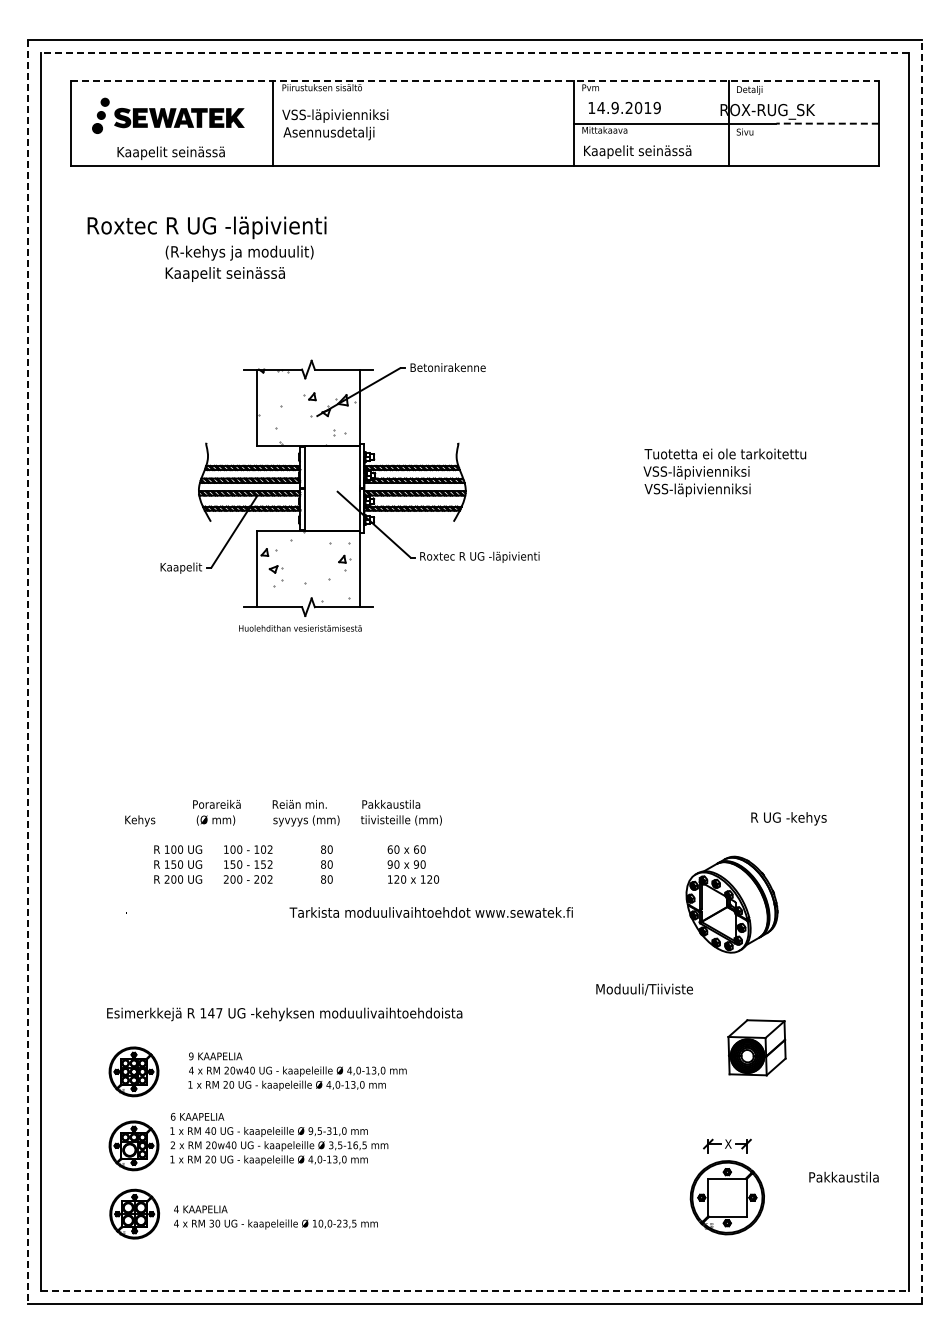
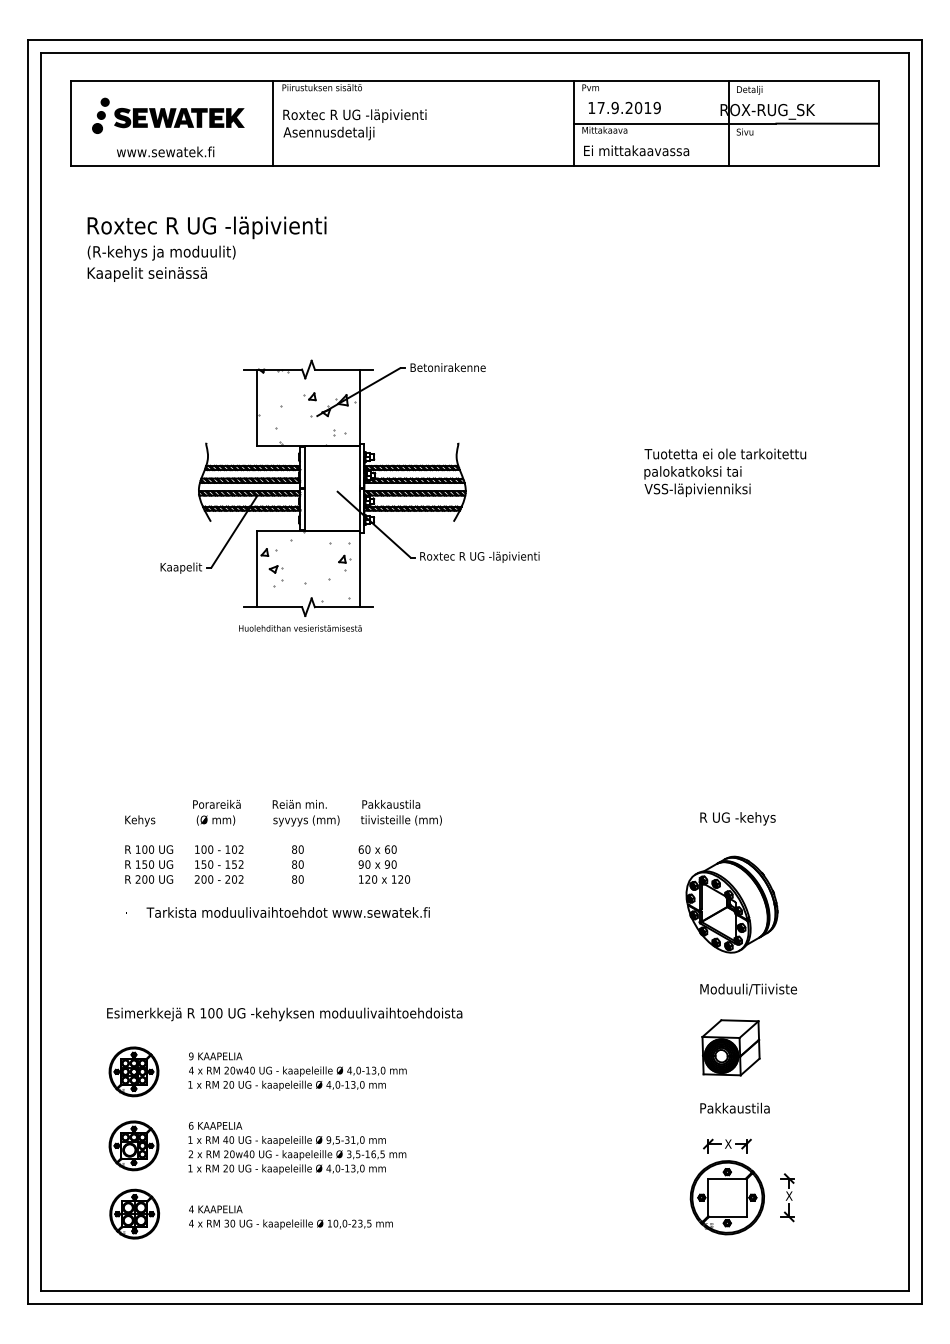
line at (474, 53): dashed -> solid
line at (475, 81): dashed -> solid
text at (600, 107): 14.9.2019 -> 17.9.2019
text at (354, 115): VSS-läpivienniksi -> Roxtec R UG -läpivienti
line at (827, 123): dashed -> solid
text at (638, 151): Kaapelit seinässä -> Ei mittakaavassa
text at (170, 152): Kaapelit seinässä -> www.sewatek.fi
text at (239, 263) position: (239, 263) -> (161, 263)
text at (696, 472): VSS-läpivienniksi -> palokatkoksi tai
line at (28, 671): dashed -> solid
line at (921, 671): dashed -> solid
text at (788, 818) position: (788, 818) -> (737, 818)
text at (296, 864) position: (296, 864) -> (267, 864)
text at (430, 912) position: (430, 912) -> (287, 912)
text at (644, 989) position: (644, 989) -> (748, 989)
text at (215, 1013): 147 -> 100
part at (756, 1047) position: (756, 1047) -> (730, 1047)
text at (279, 1139) position: (279, 1139) -> (297, 1148)
text at (843, 1176) position: (843, 1176) -> (734, 1107)
part at (787, 1197): none -> present
text at (275, 1217) position: (275, 1217) -> (290, 1217)
line at (474, 1290): dashed -> solid
